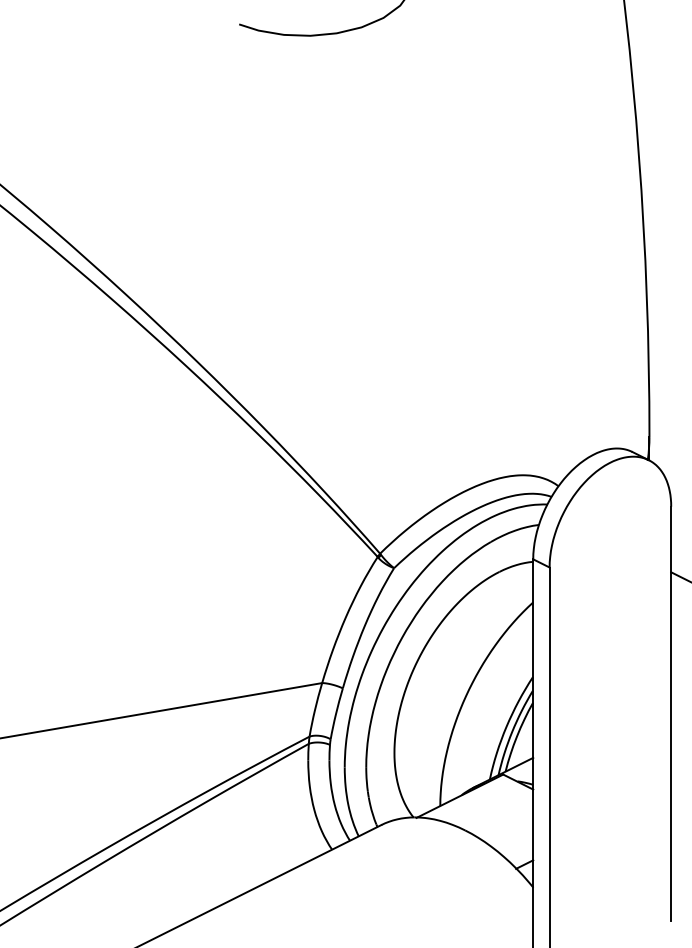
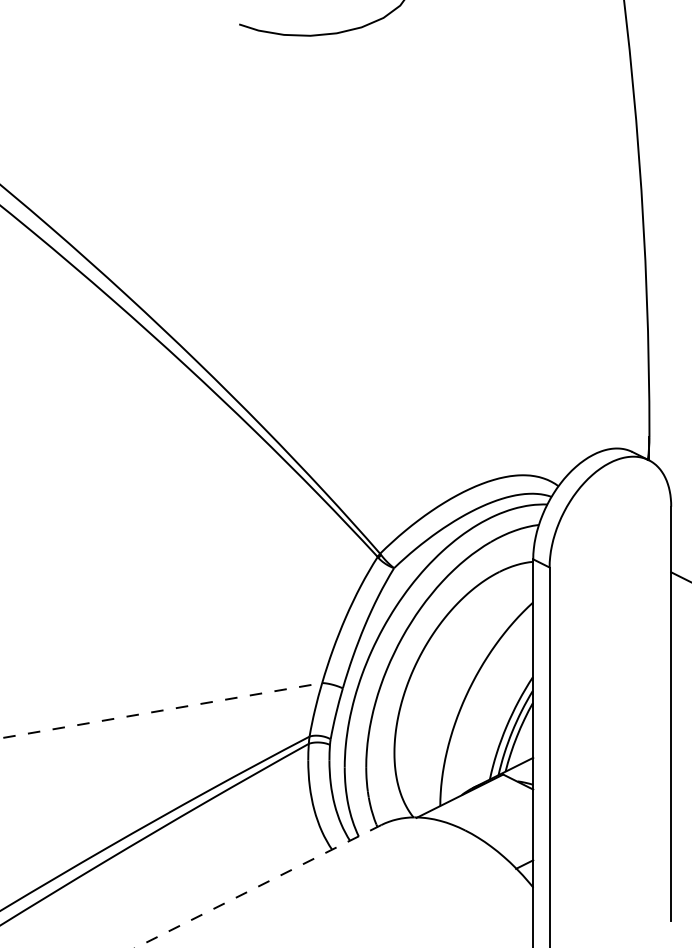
line at (161, 710): solid -> dashed
line at (258, 886): solid -> dashed
